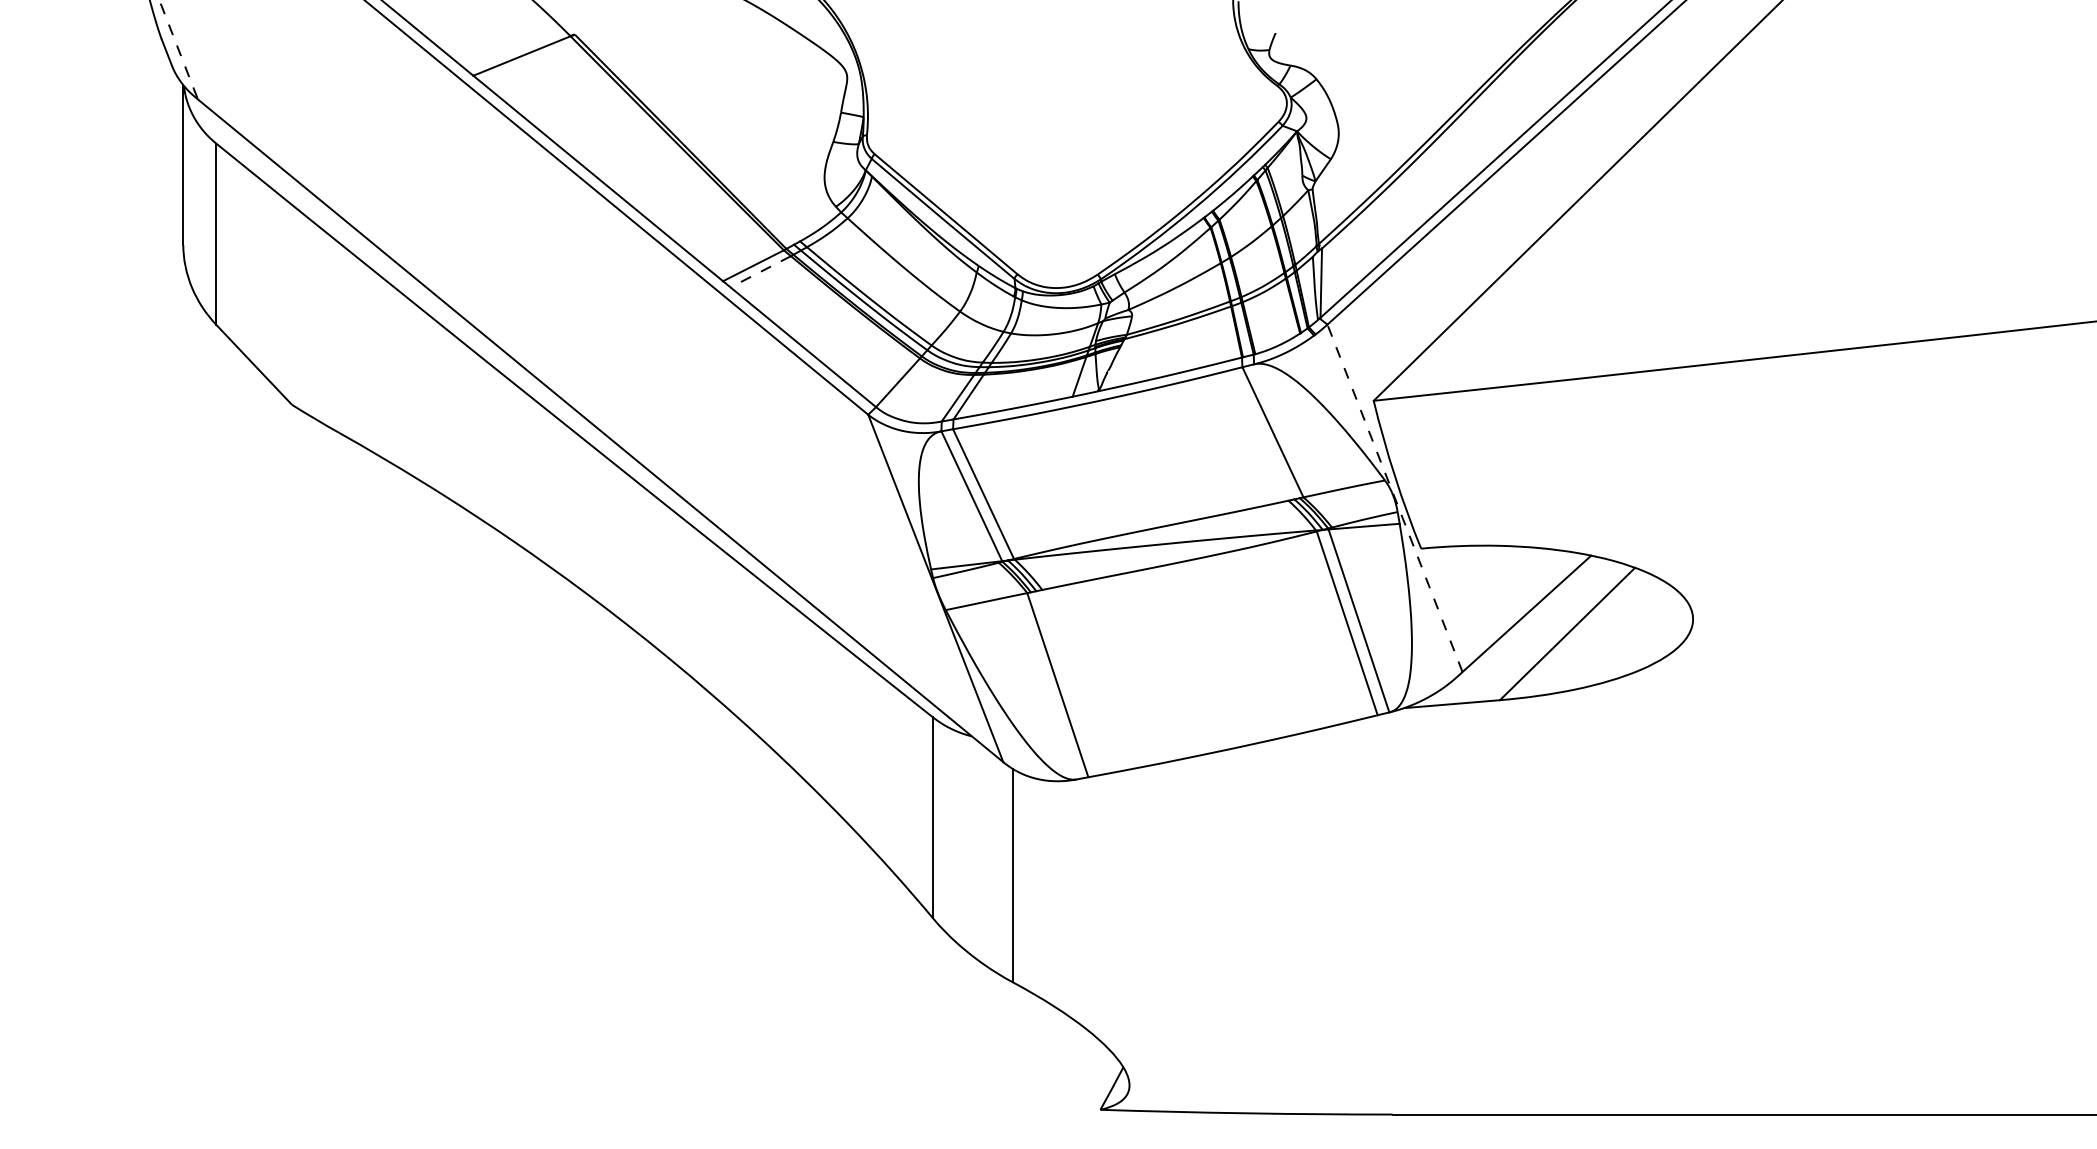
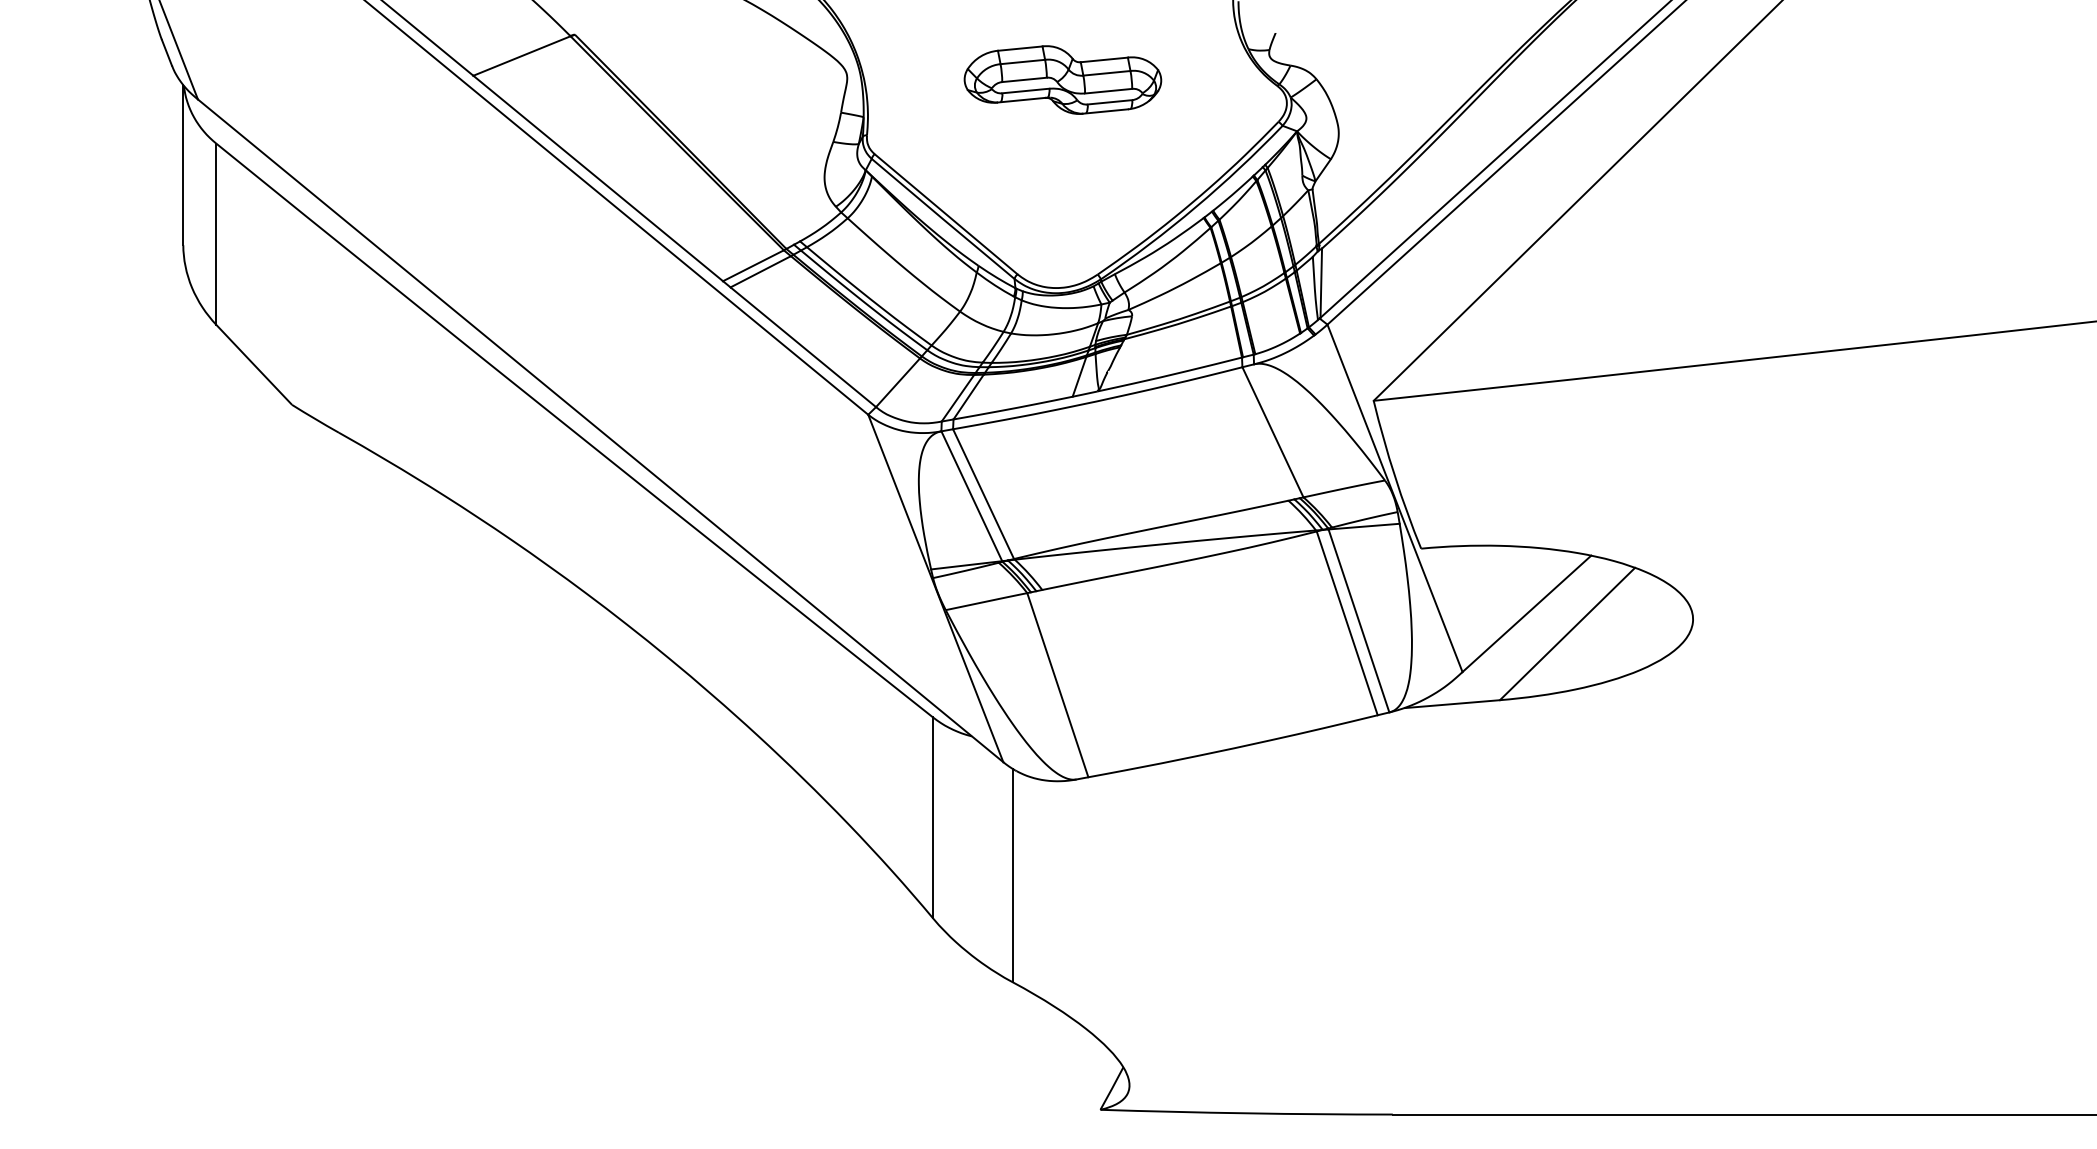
line at (178, 50): dashed -> solid
part at (1062, 79): none -> present
line at (760, 271): dashed -> solid
line at (1394, 497): dashed -> solid
